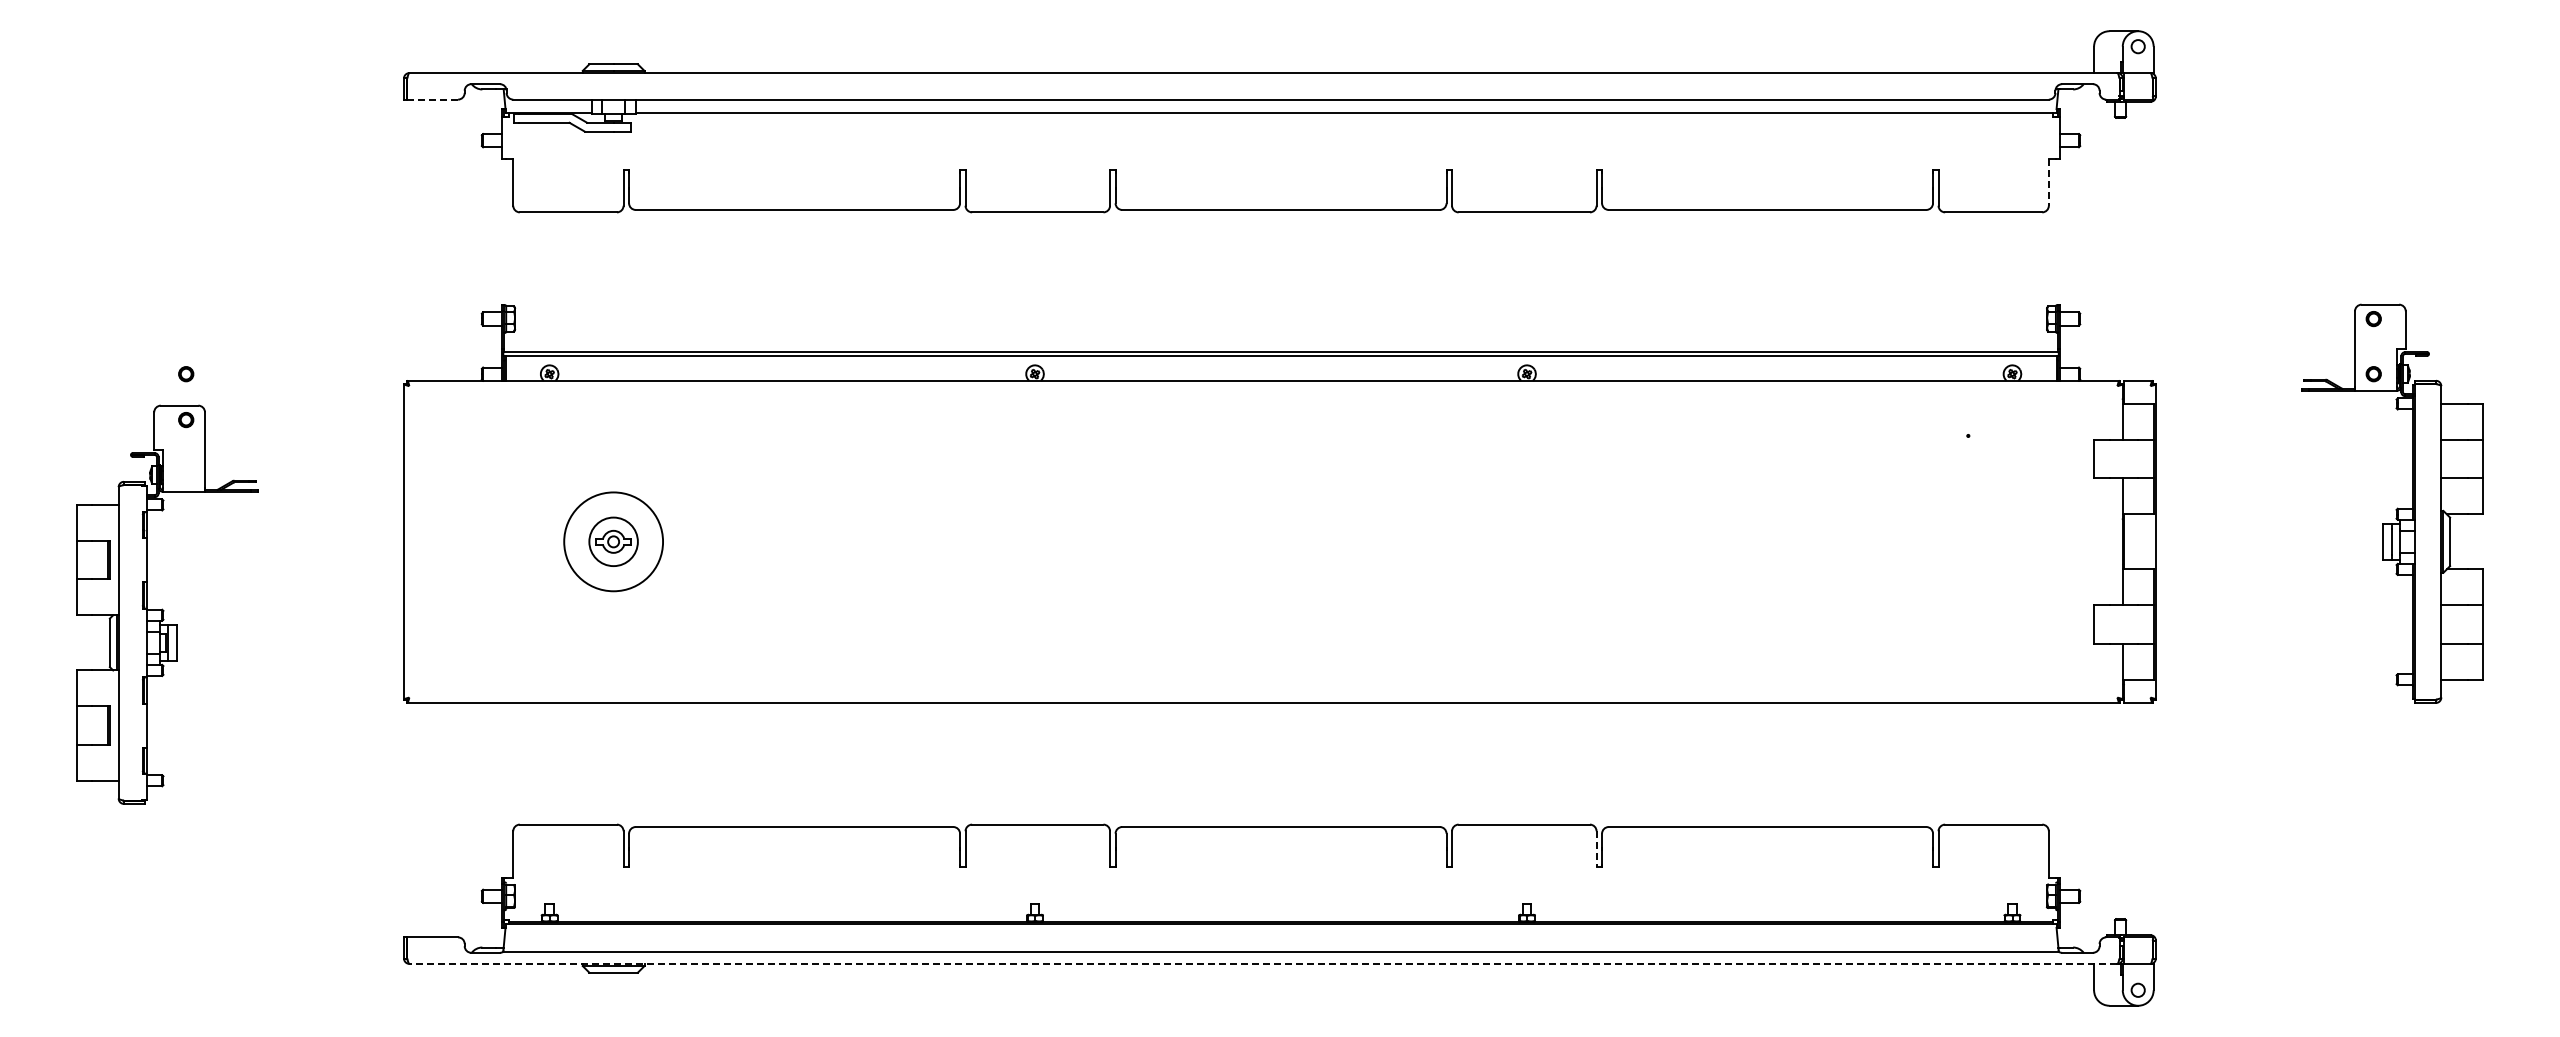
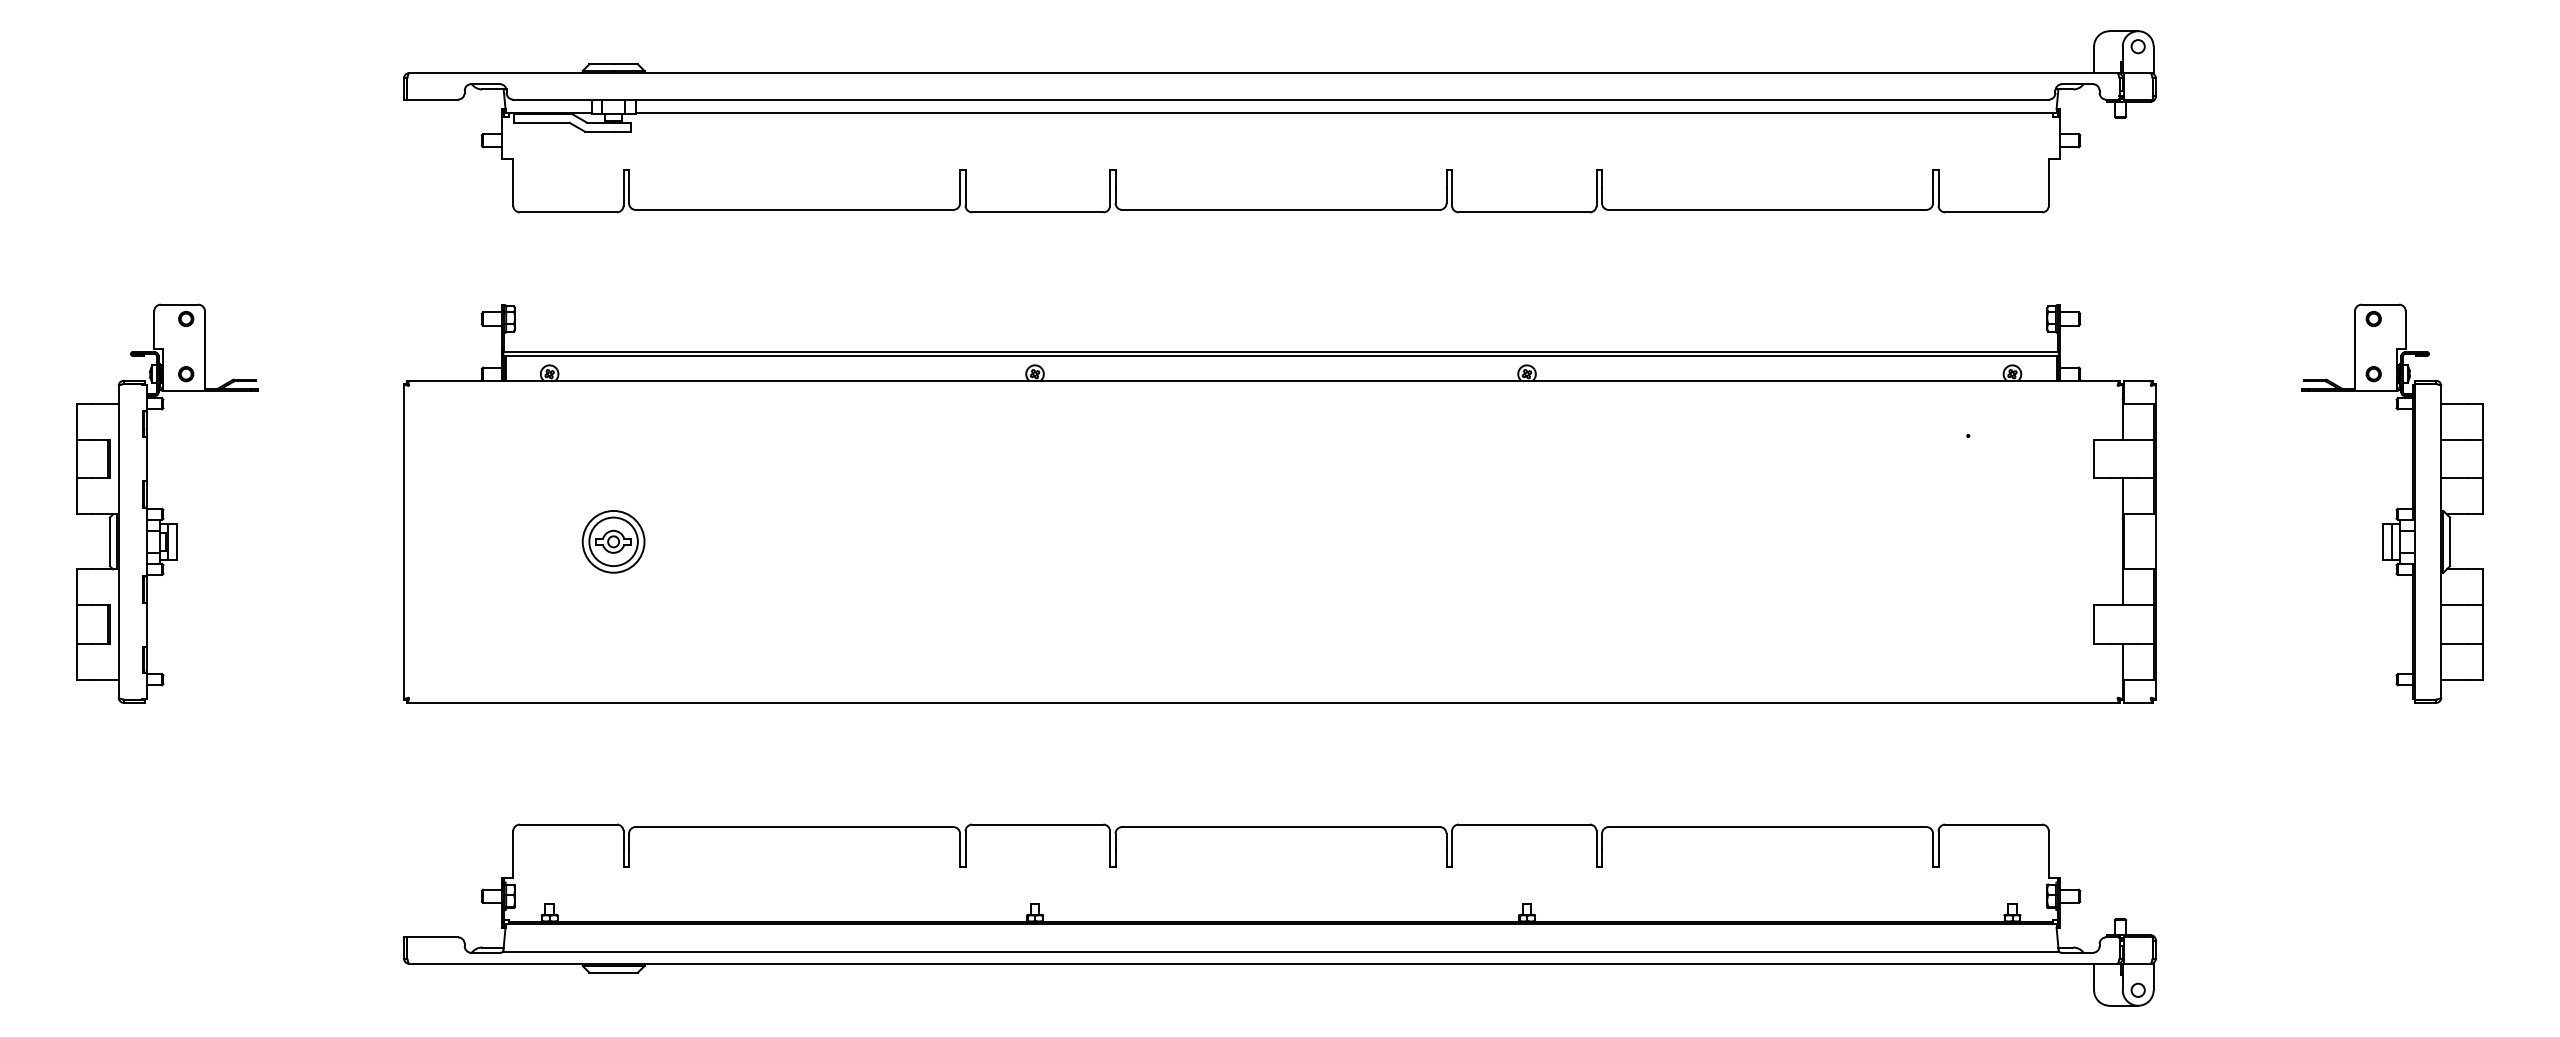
line at (433, 99): dashed -> solid
line at (2048, 183): dashed -> solid
circle at (613, 541) diameter: 99 px -> 62 px
part at (162, 608) position: (162, 608) -> (162, 507)
line at (1596, 849): dashed -> solid
line at (1262, 963): dashed -> solid
